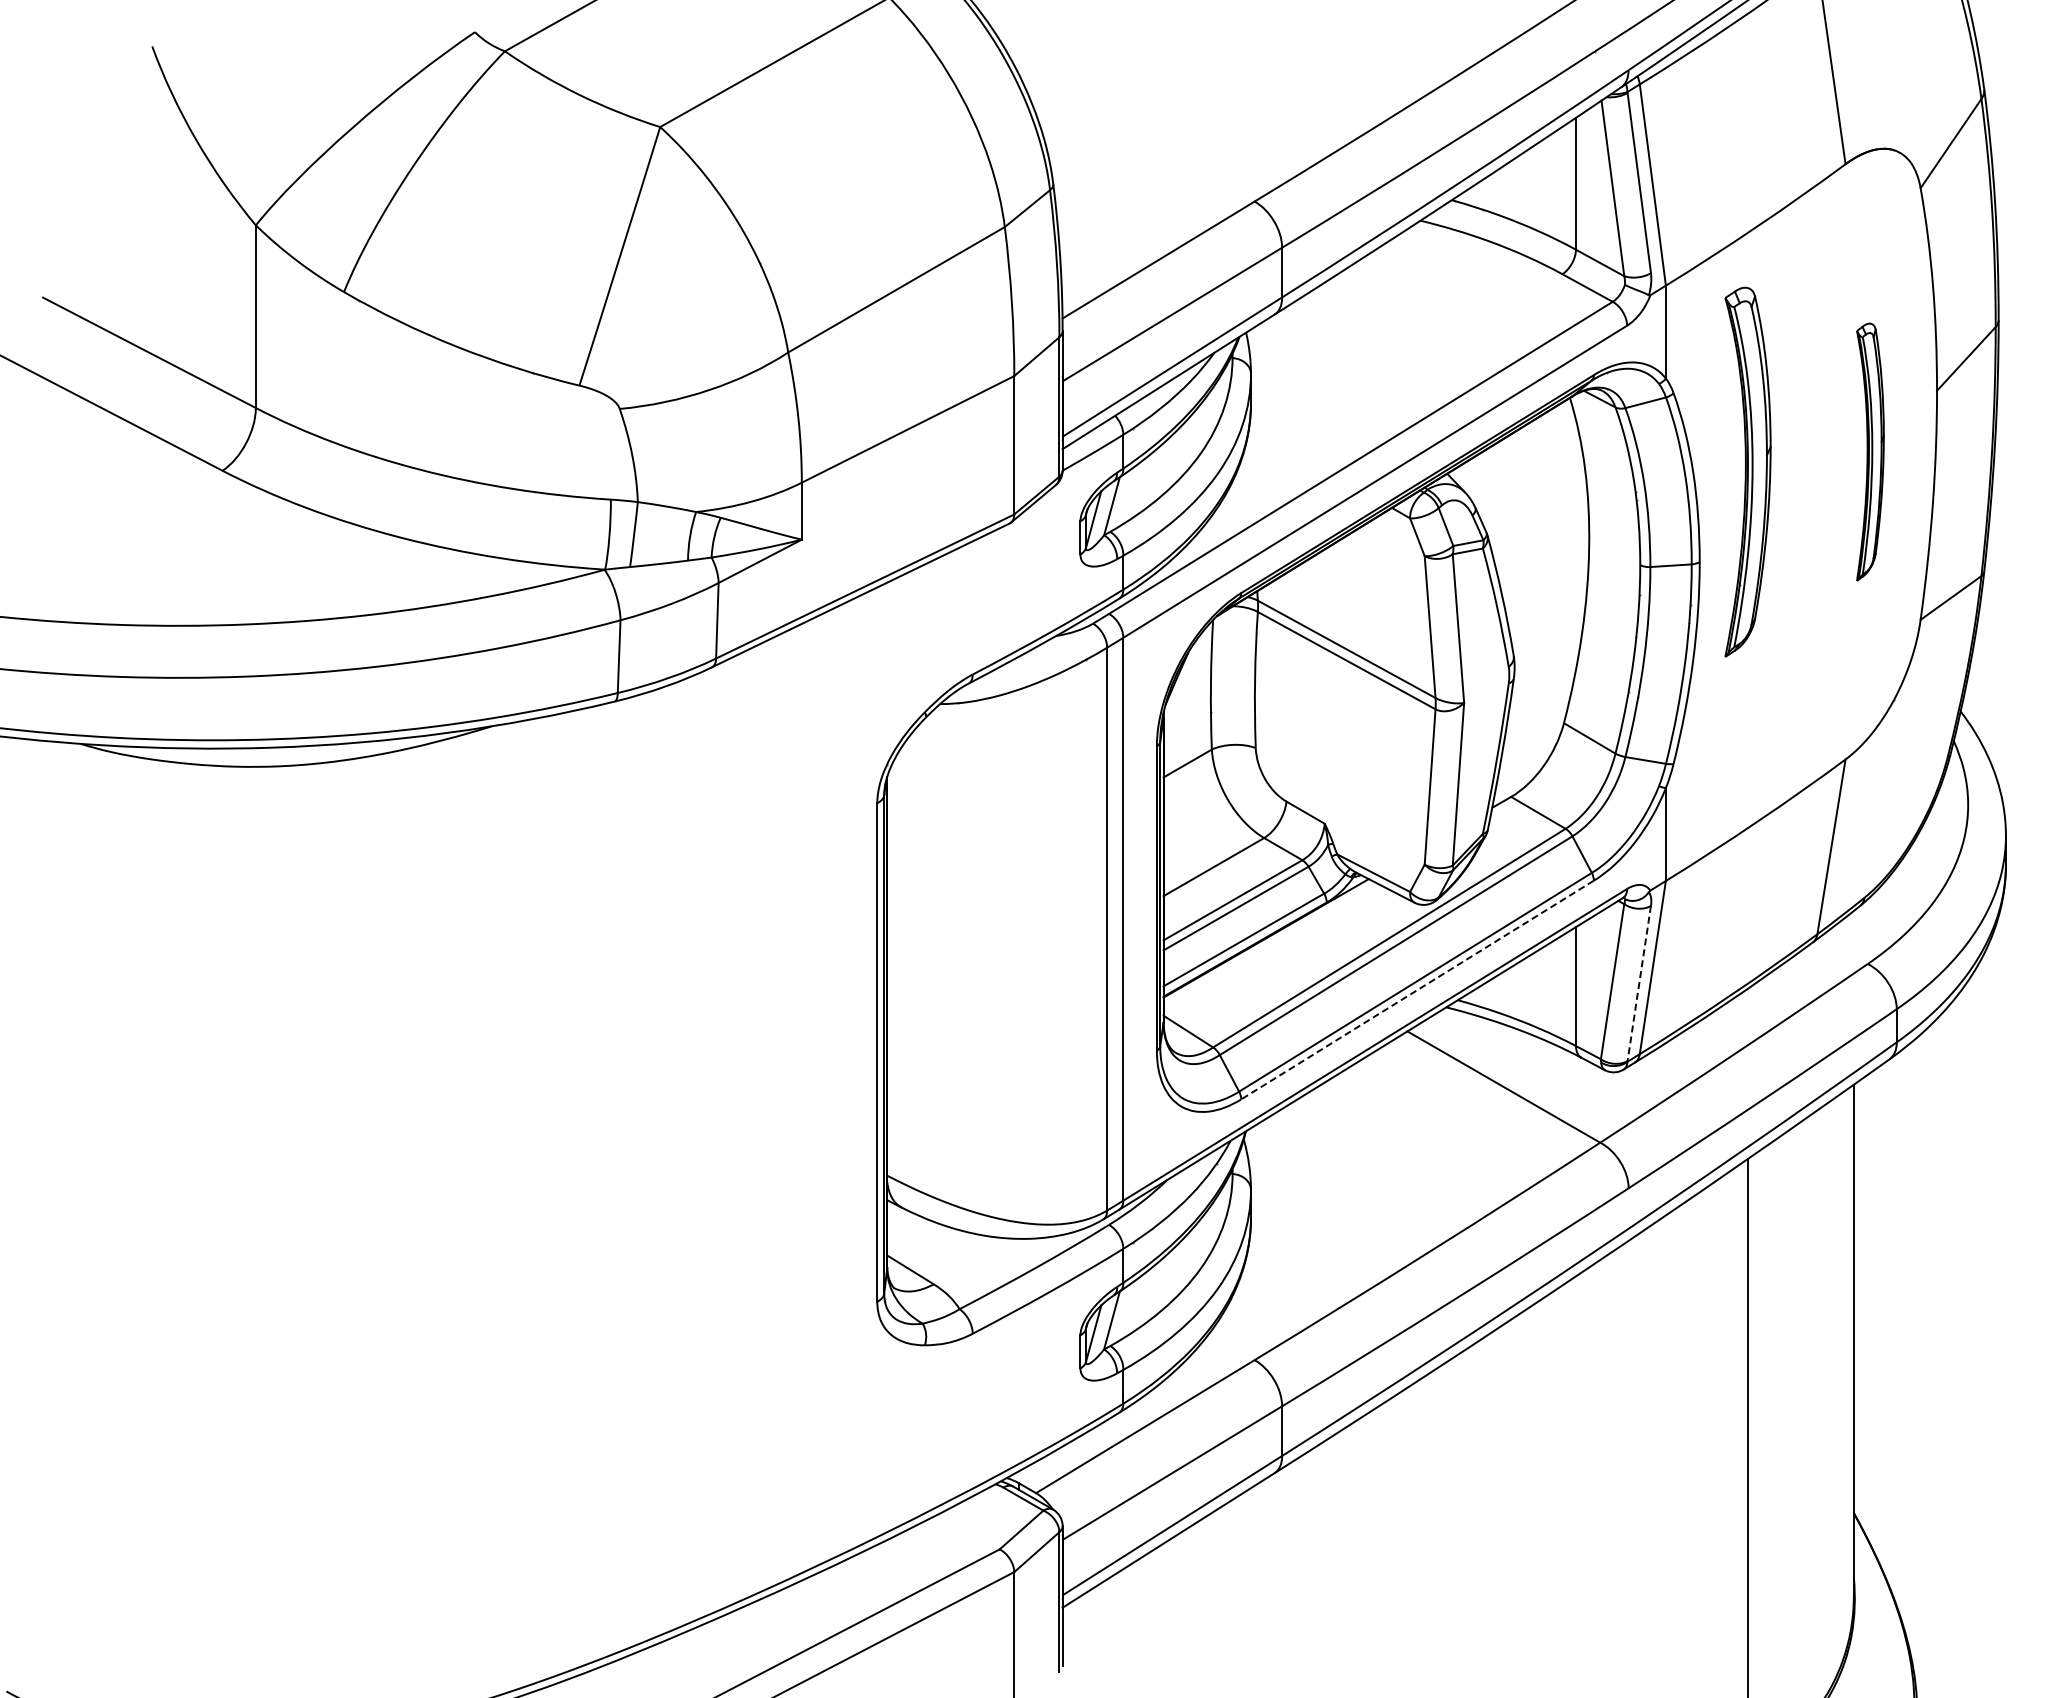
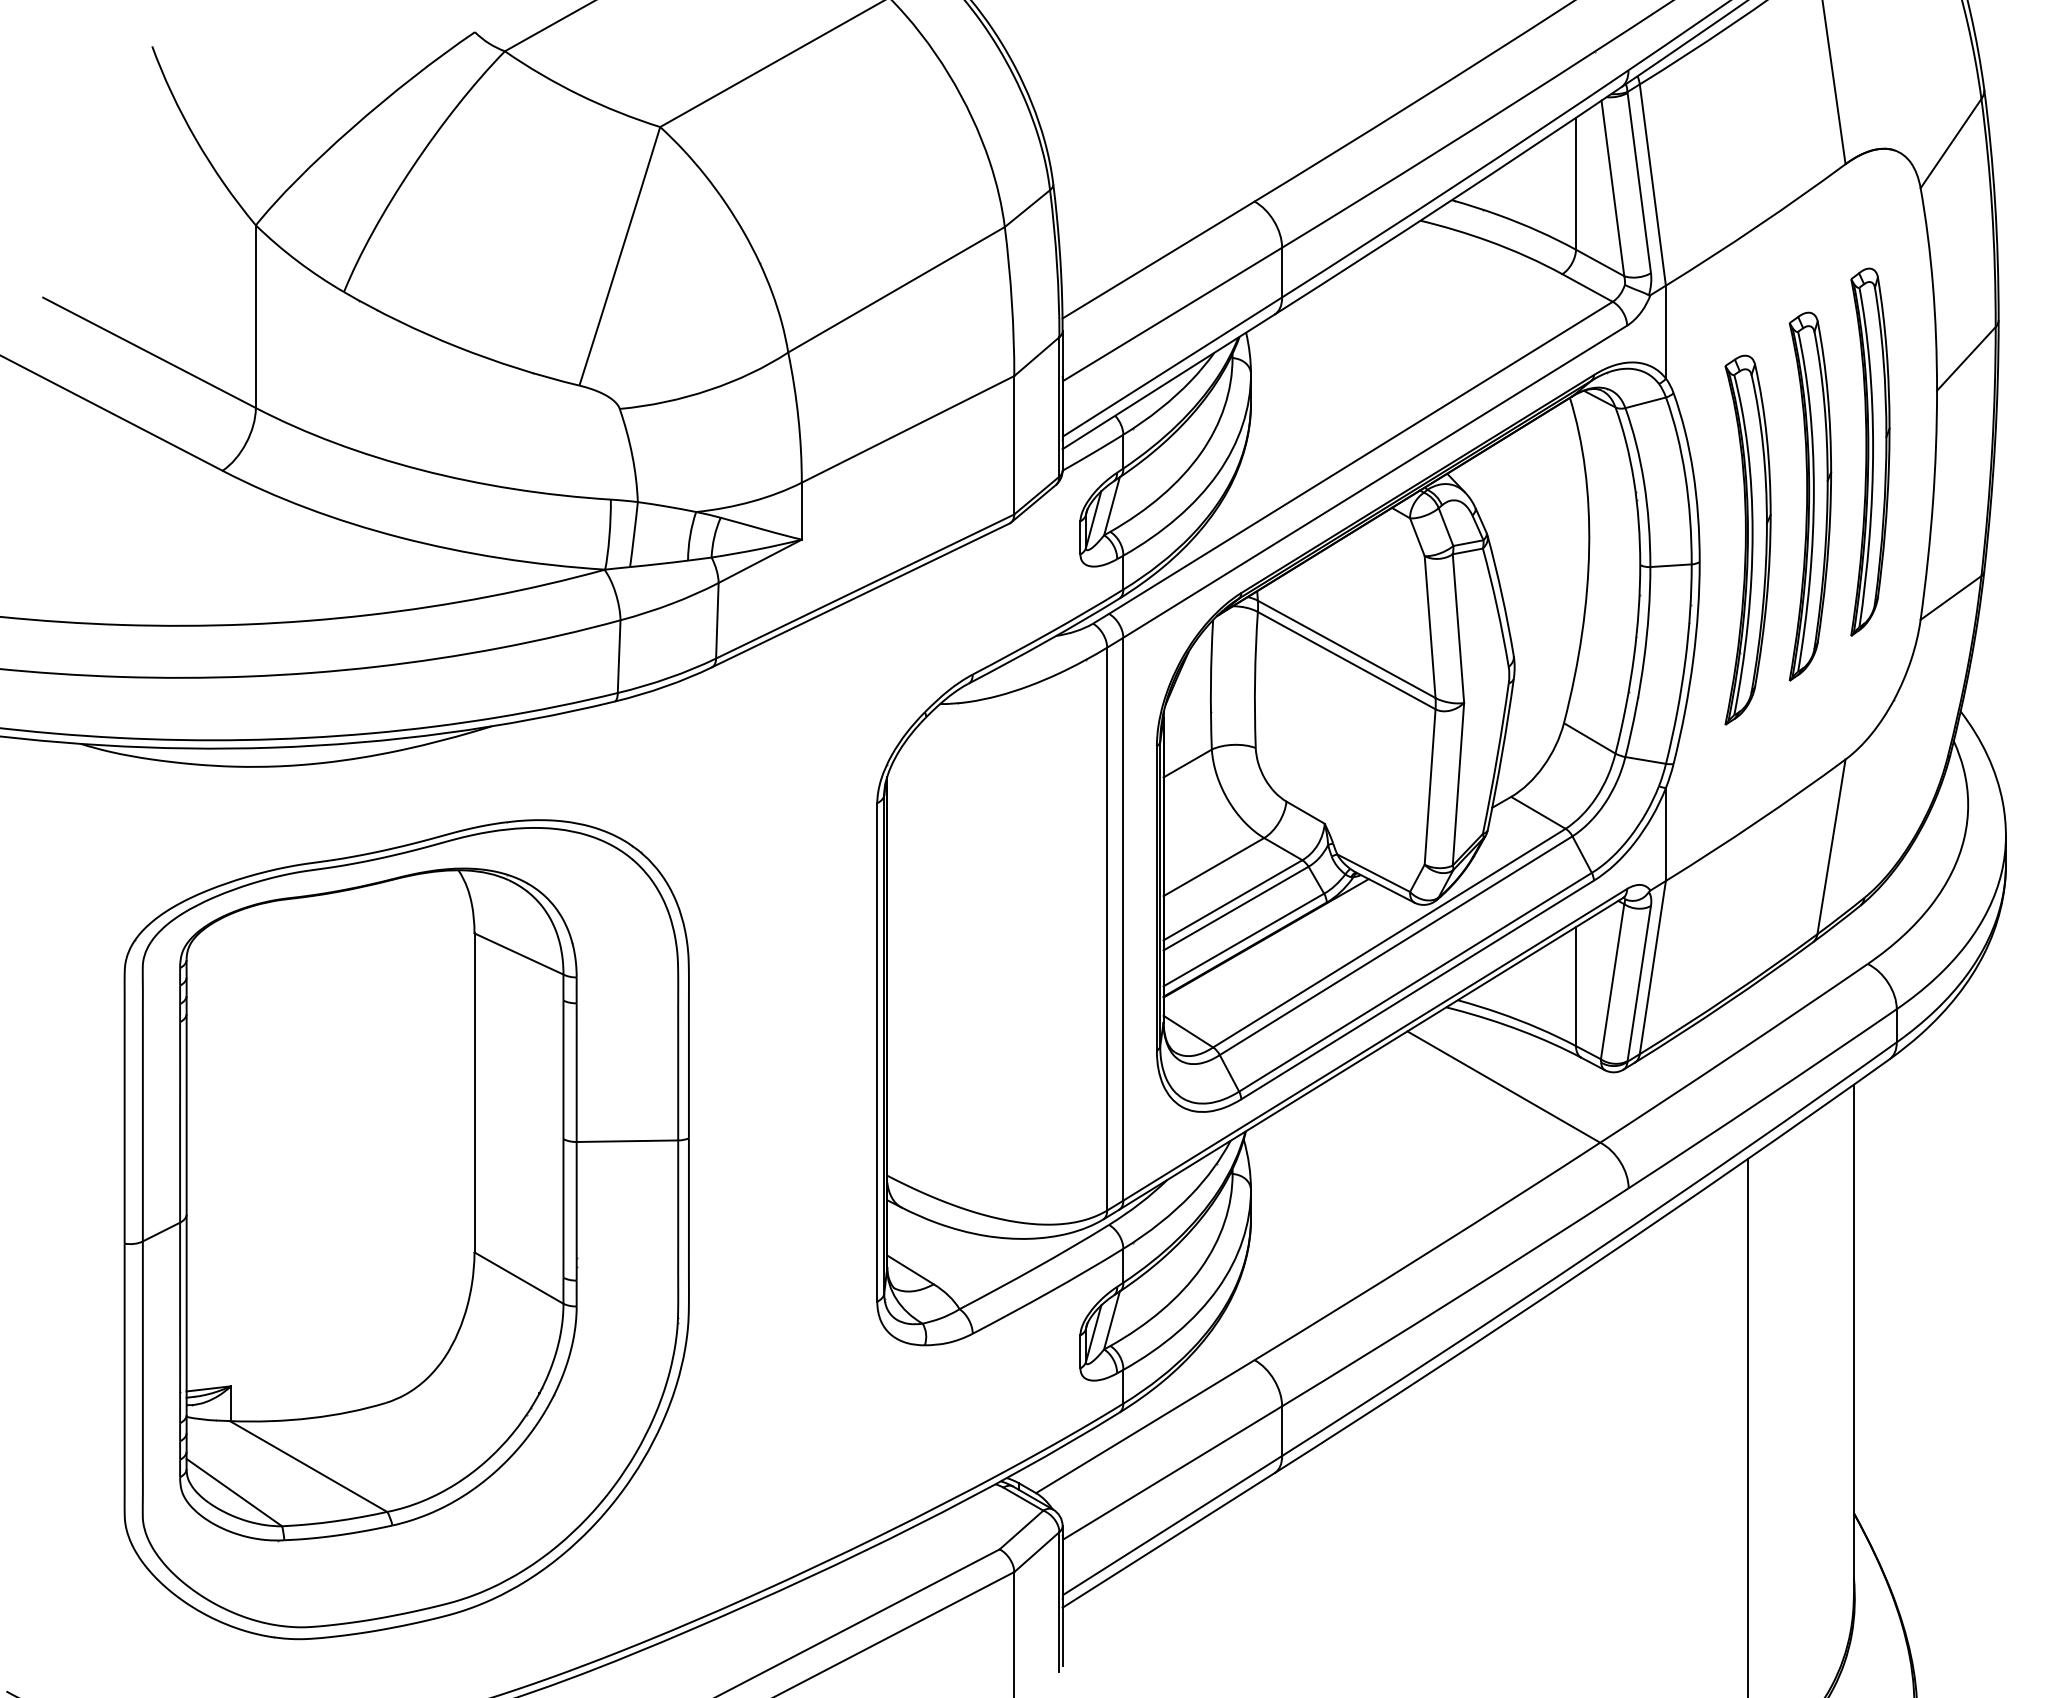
part at (1870, 451) size: 29x260 px -> 41x370 px
part at (1747, 471) position: (1747, 471) -> (1747, 539)
part at (1810, 496): none -> present
line at (1639, 983): dashed -> solid
line at (1417, 990): dashed -> solid
part at (406, 1229): none -> present
